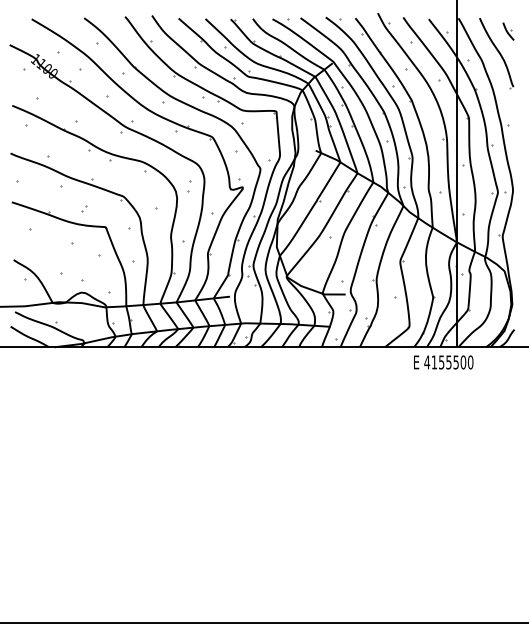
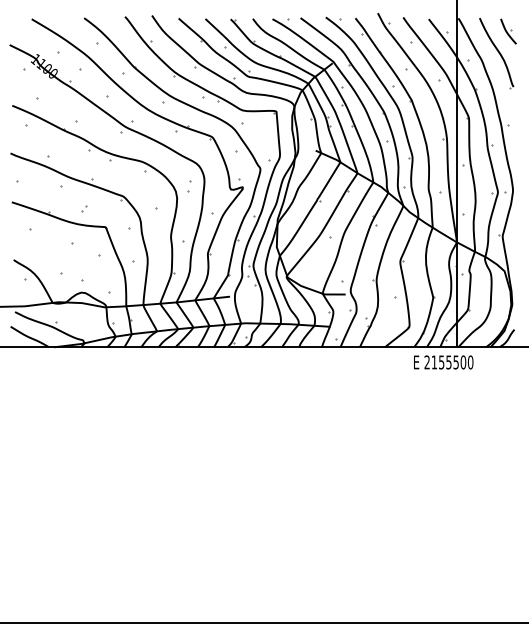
part at (508, 31) size: 13x19 px -> 17x27 px
text at (427, 362): 4155500 -> 2155500
